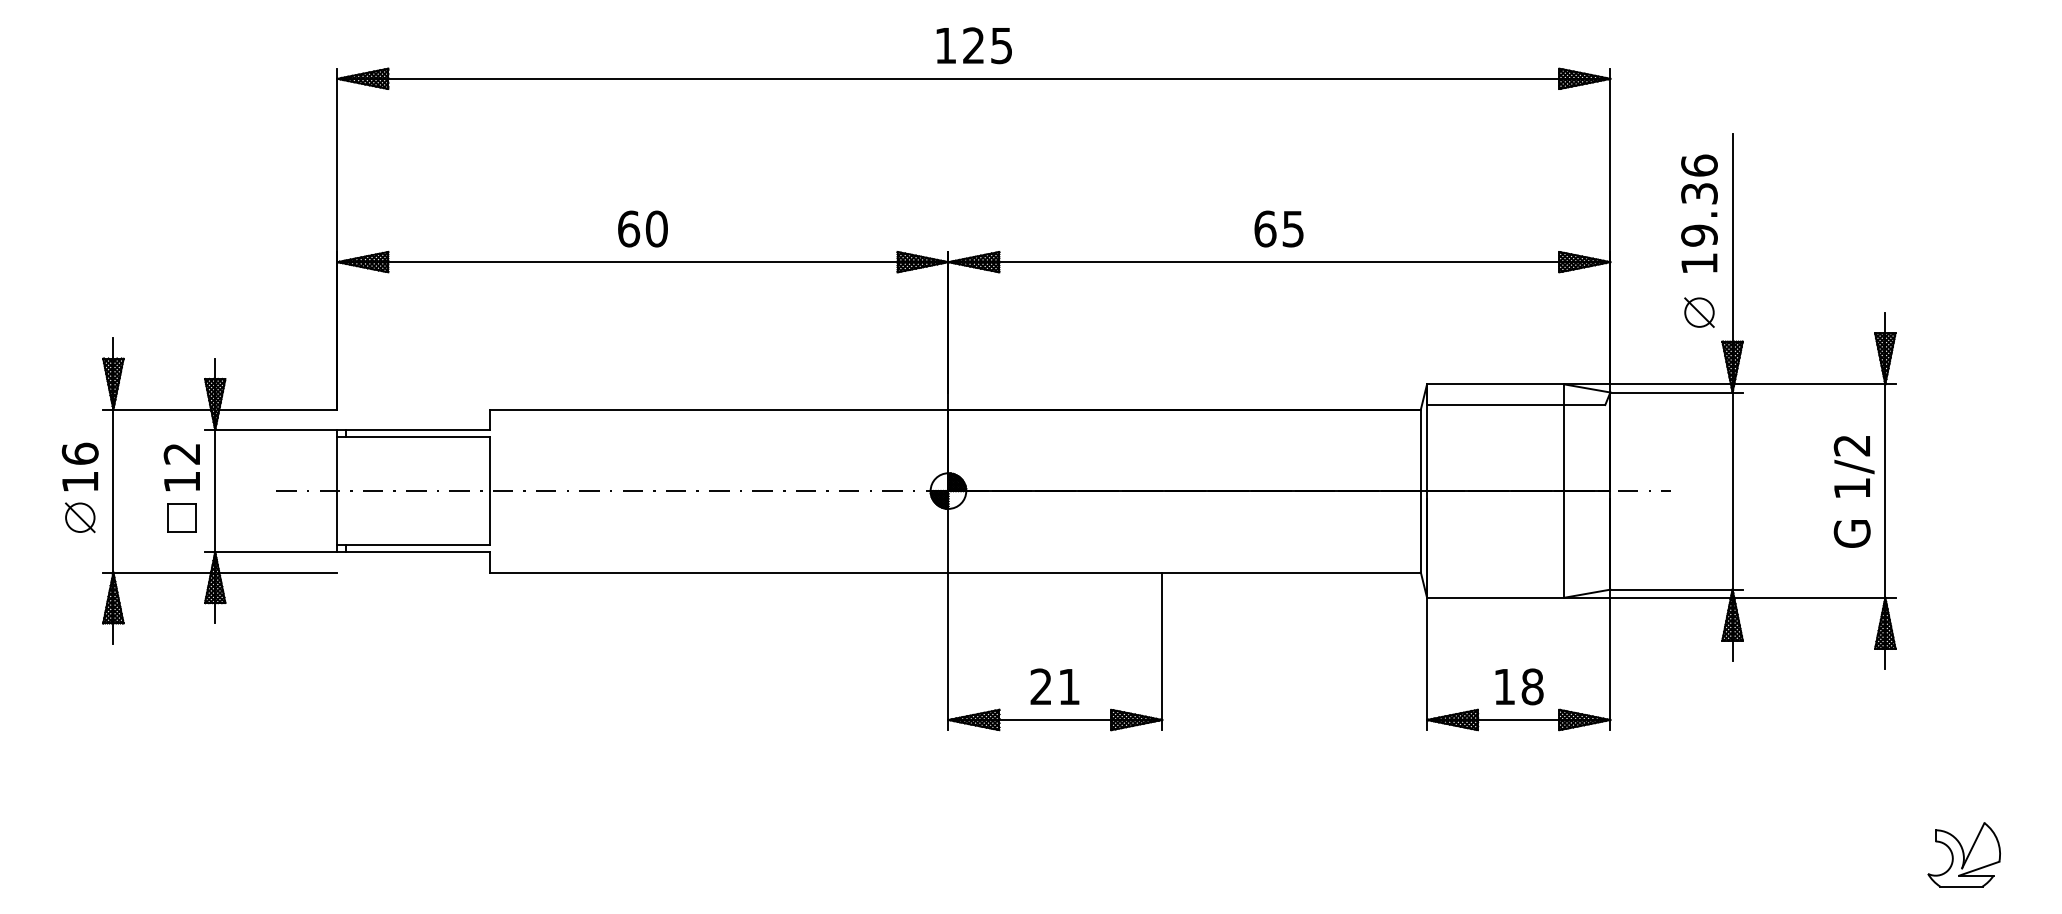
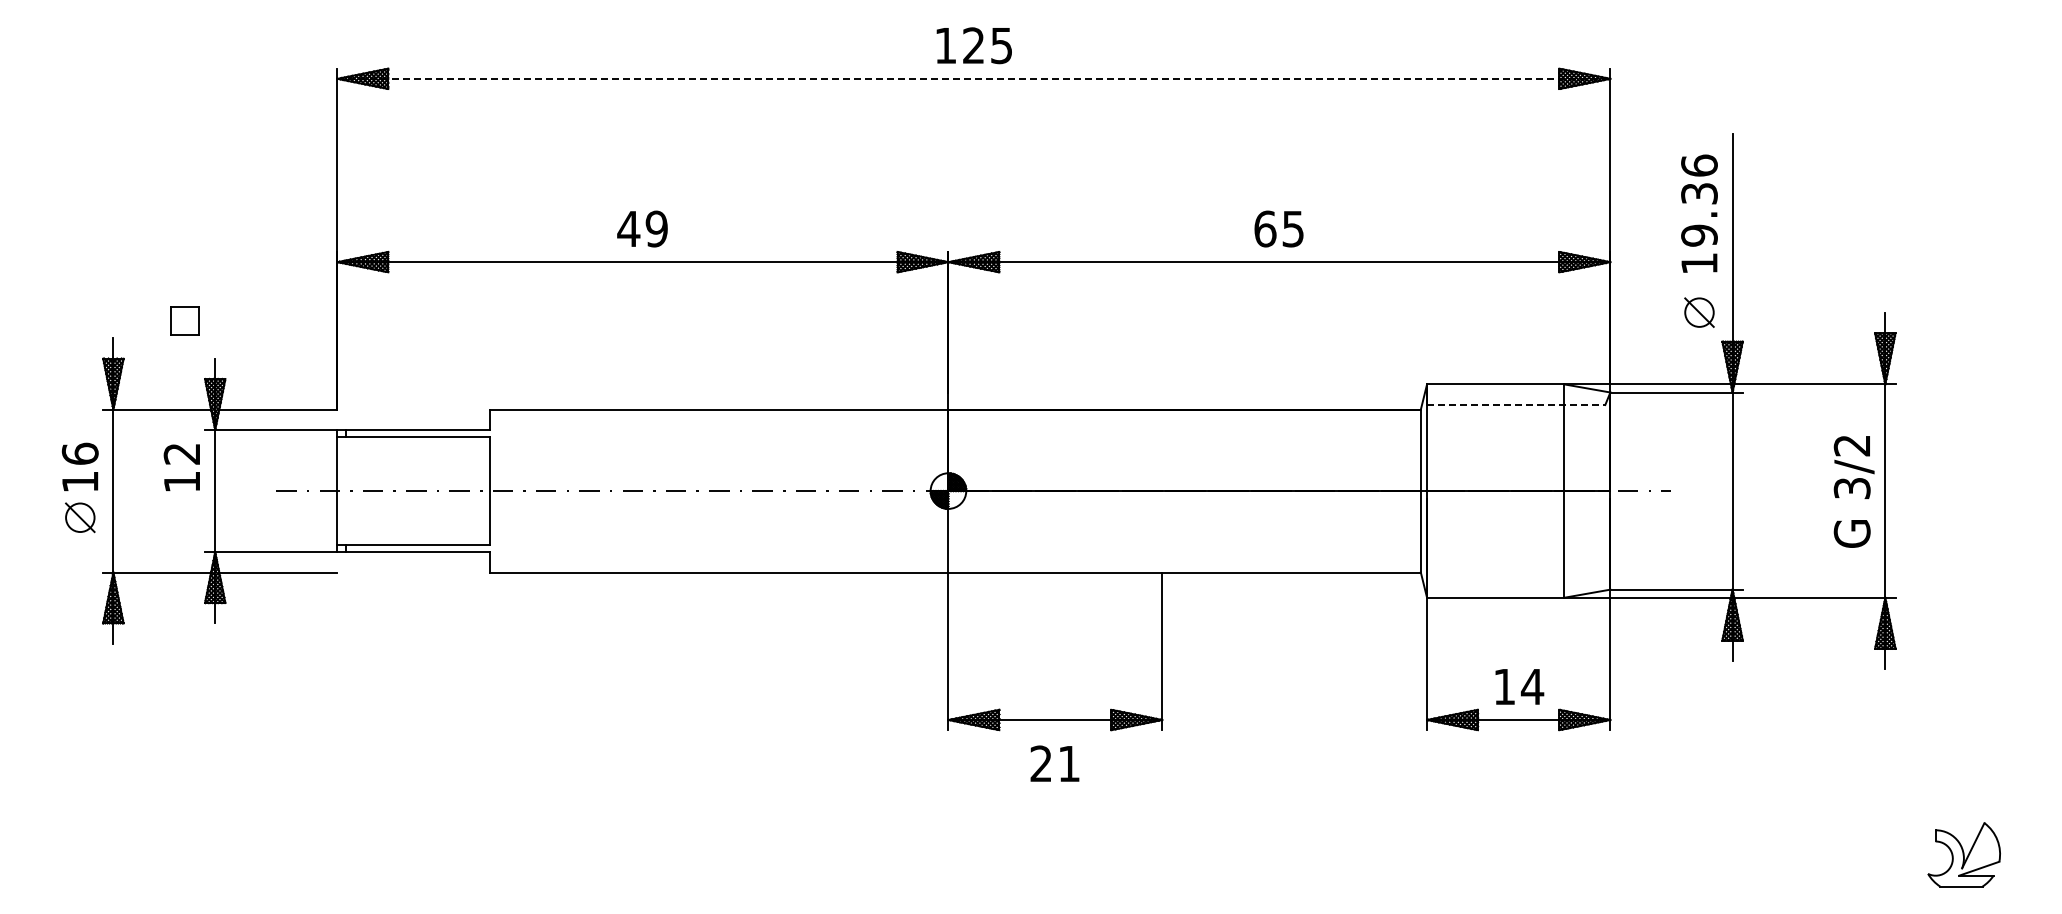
line at (974, 78): solid -> dashed
text at (642, 228): 60 -> 49
line at (1516, 405): solid -> dashed
text at (1851, 488): 1/2 -> 3/2
part at (181, 517) position: (181, 517) -> (184, 320)
text at (1054, 686) position: (1054, 686) -> (1054, 763)
text at (1532, 686): 18 -> 14
